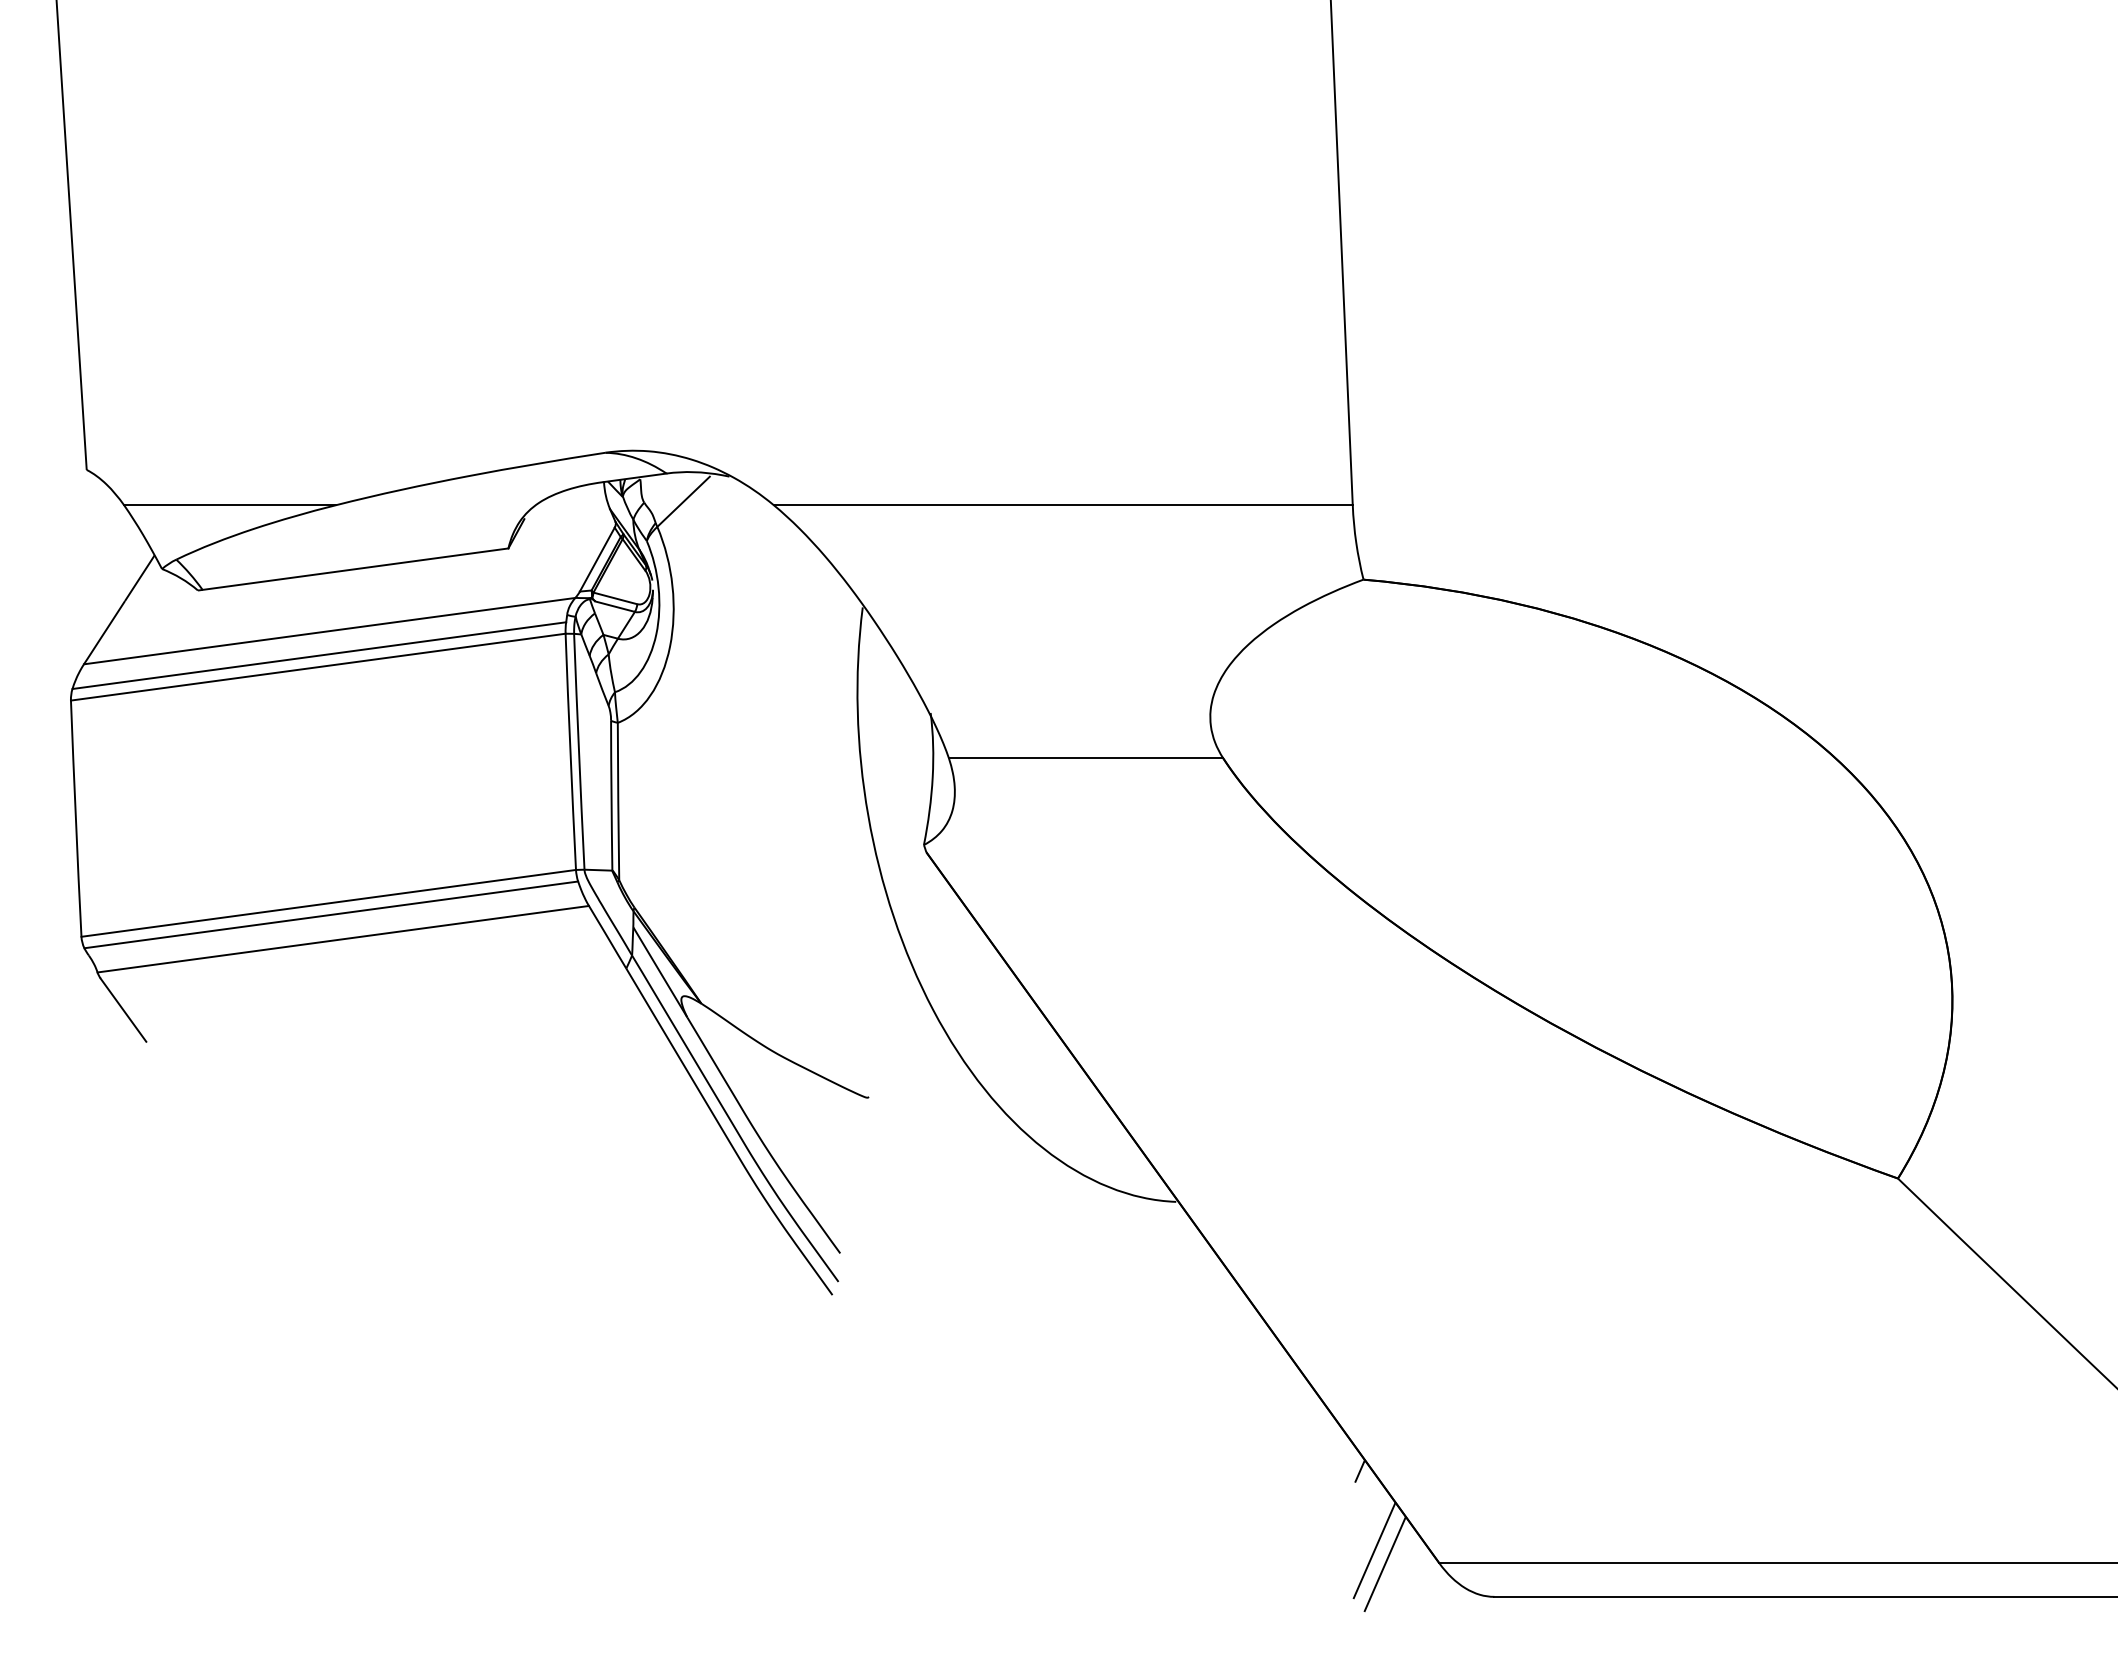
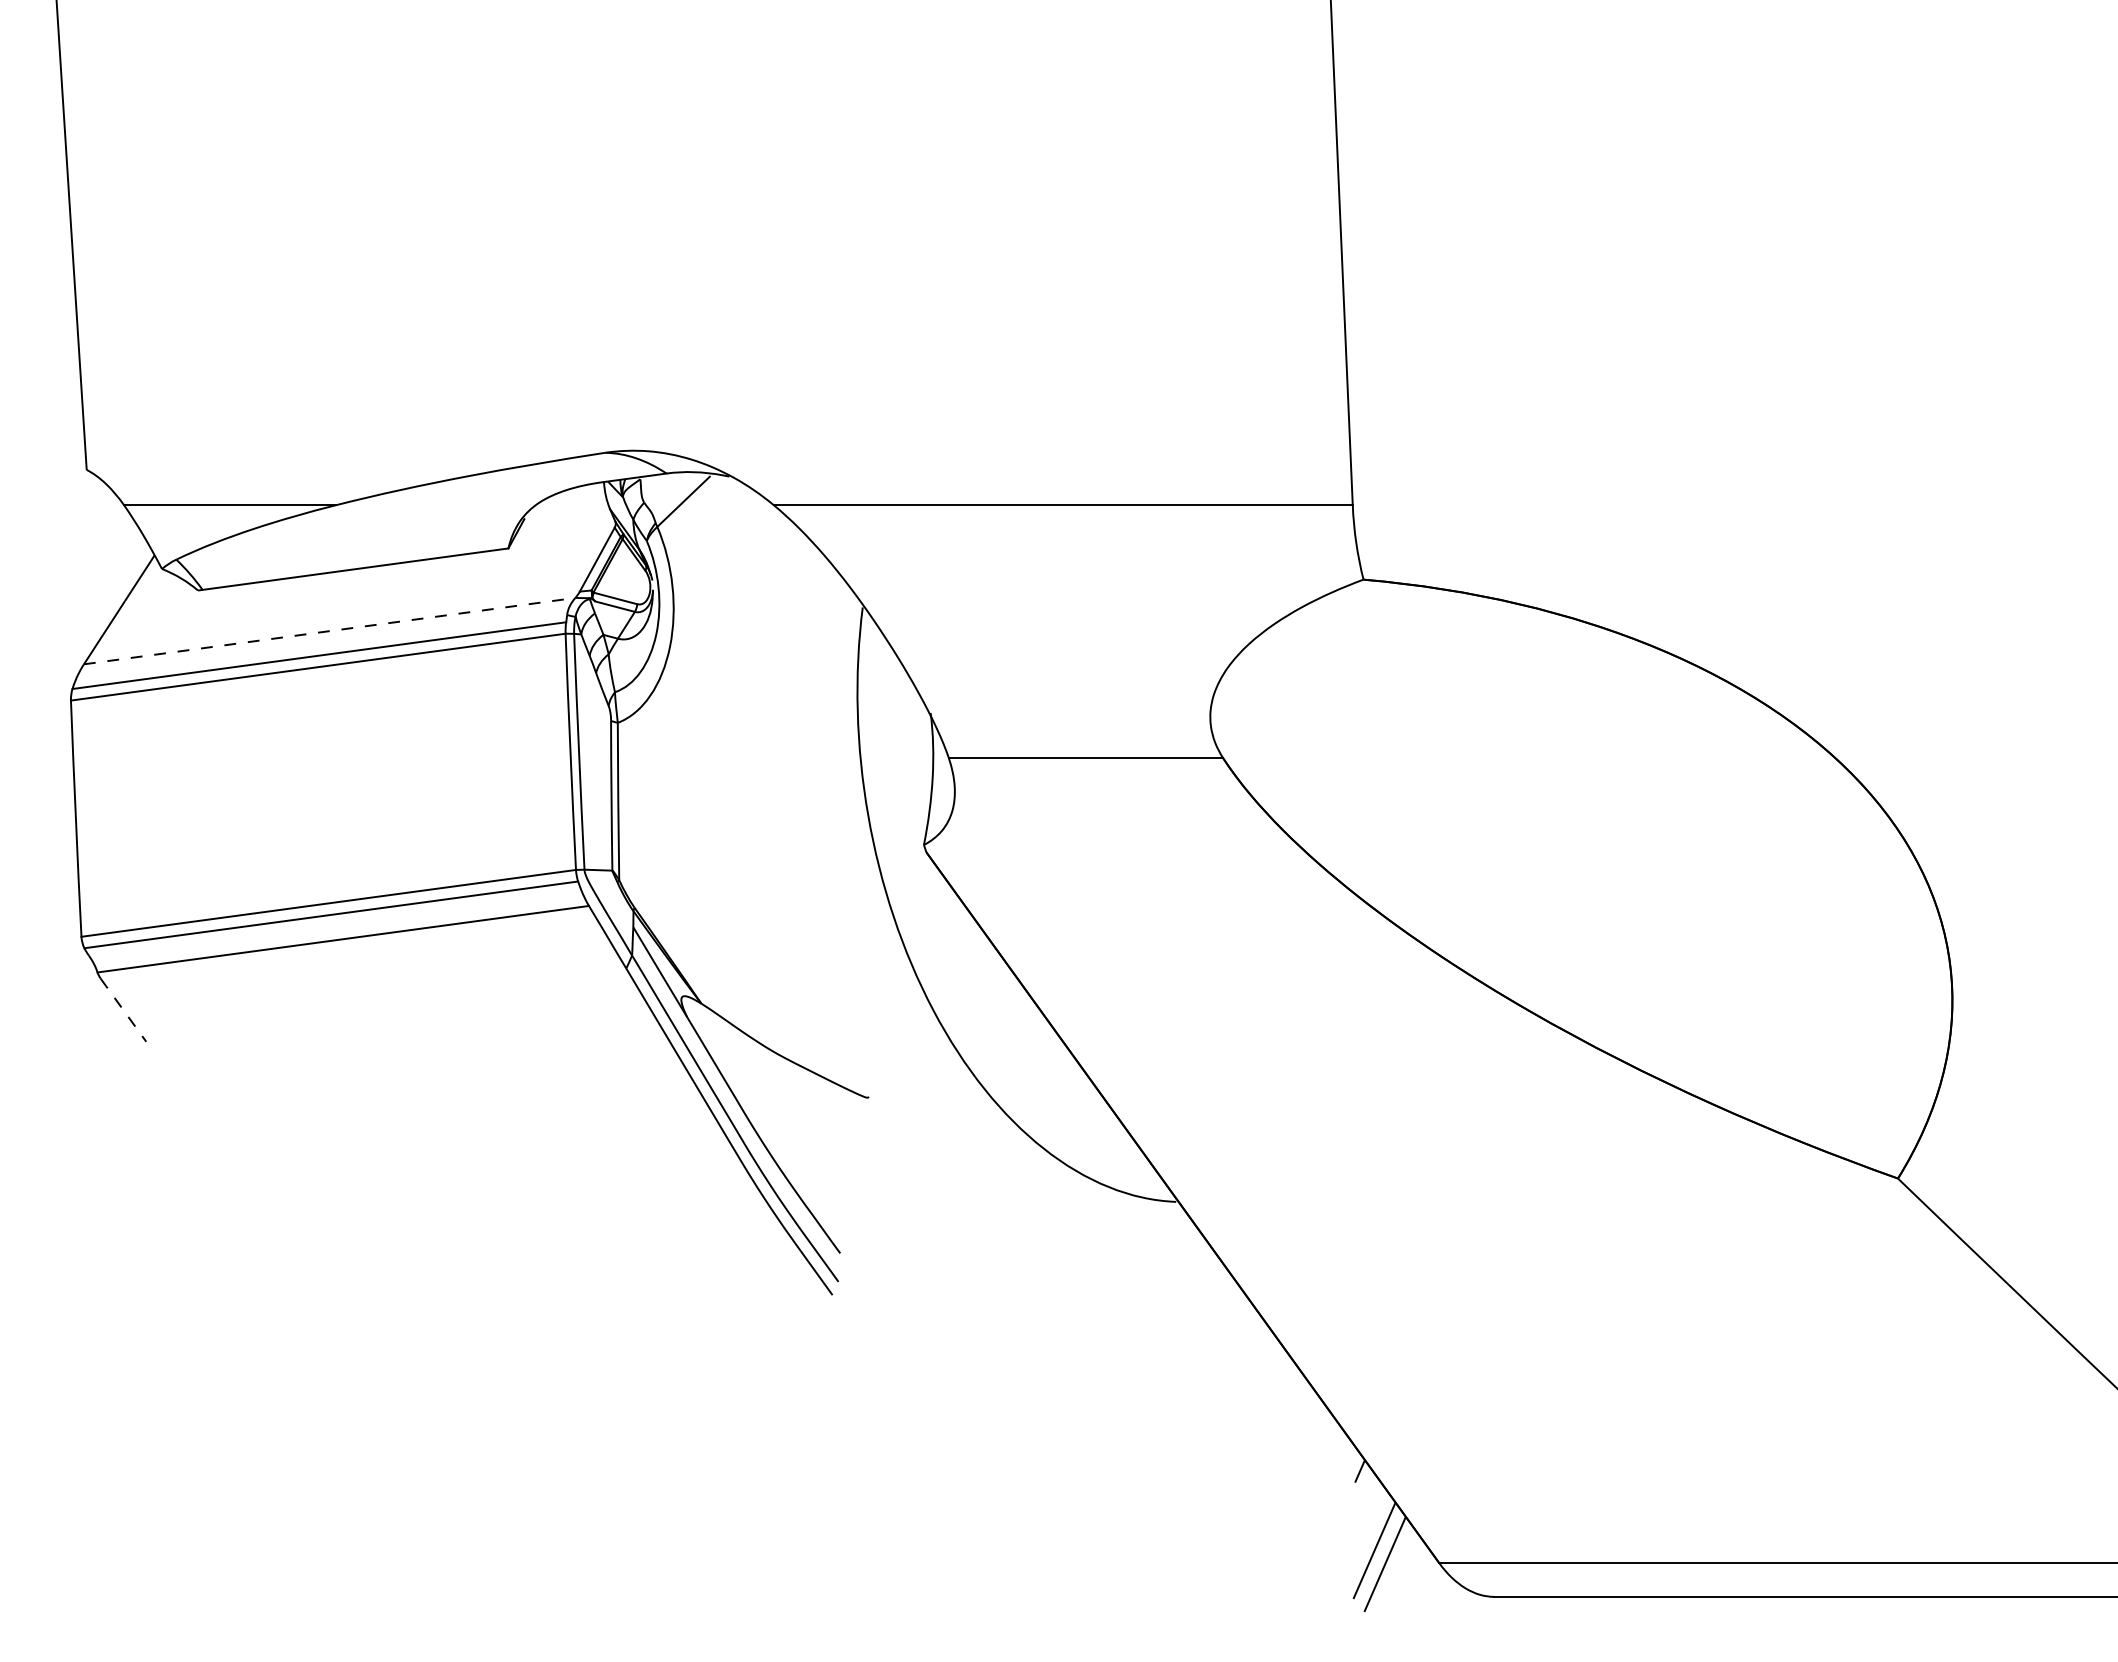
line at (329, 631): solid -> dashed
line at (123, 1010): solid -> dashed
